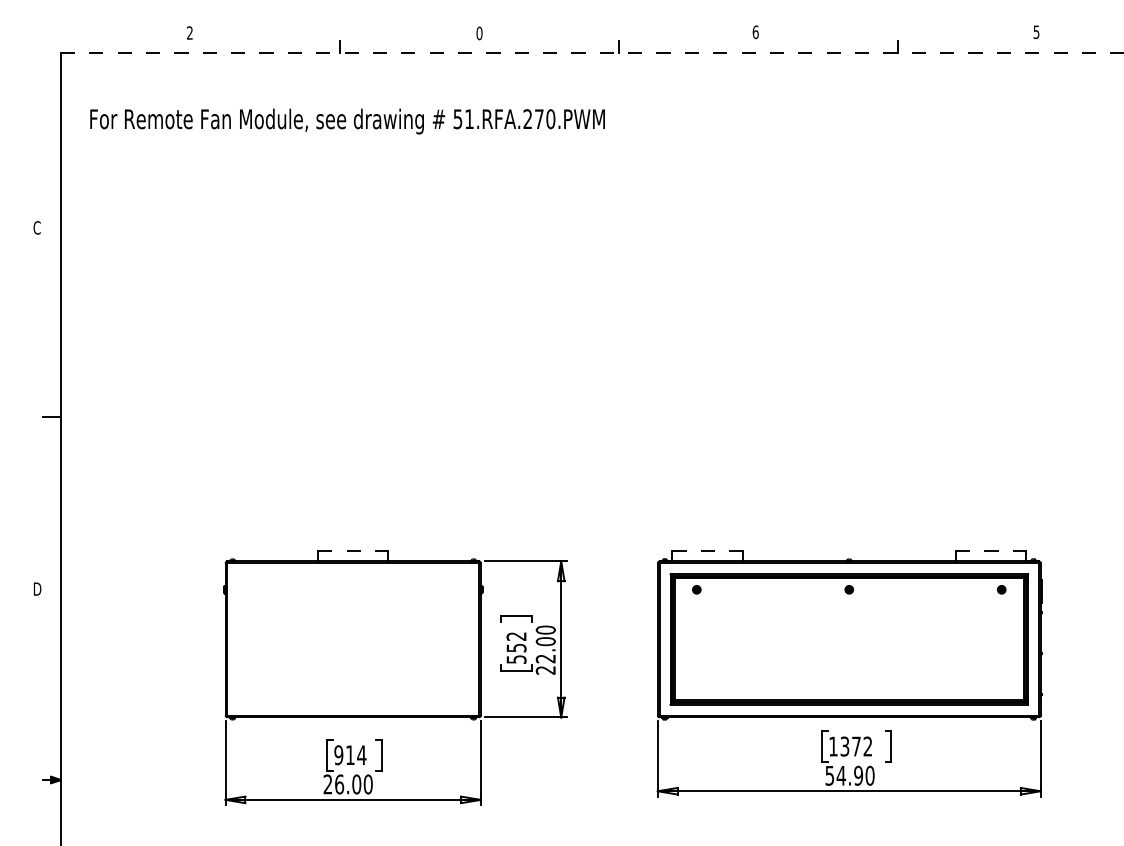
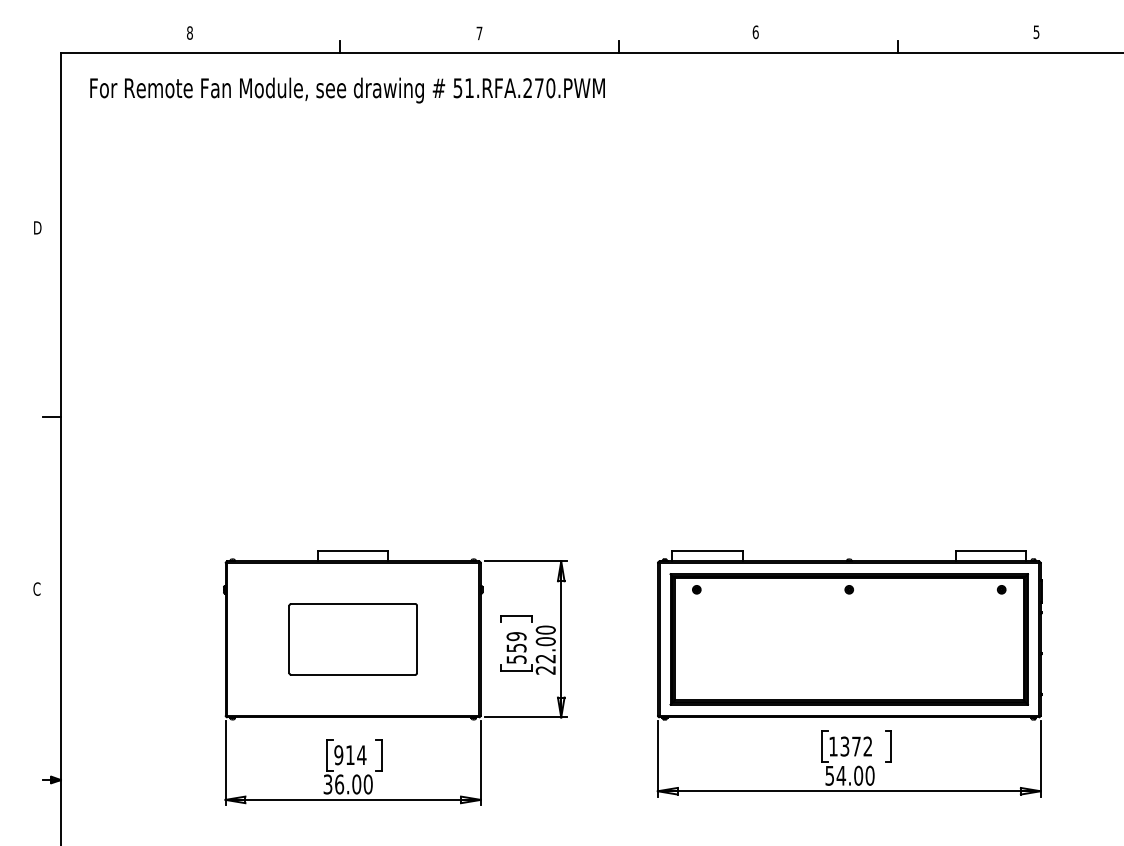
text at (189, 32): 2 -> 8
text at (479, 33): 0 -> 7
line at (592, 53): dashed -> solid
text at (347, 121) position: (347, 121) -> (347, 90)
text at (37, 227): C -> D
line at (353, 550): dashed -> solid
line at (707, 550): dashed -> solid
line at (991, 550): dashed -> solid
text at (37, 588): D -> C
text at (516, 636): 552 -> 559
part at (352, 639): none -> present
text at (858, 775): 54.90 -> 54.00
text at (327, 784): 26.00 -> 36.00
